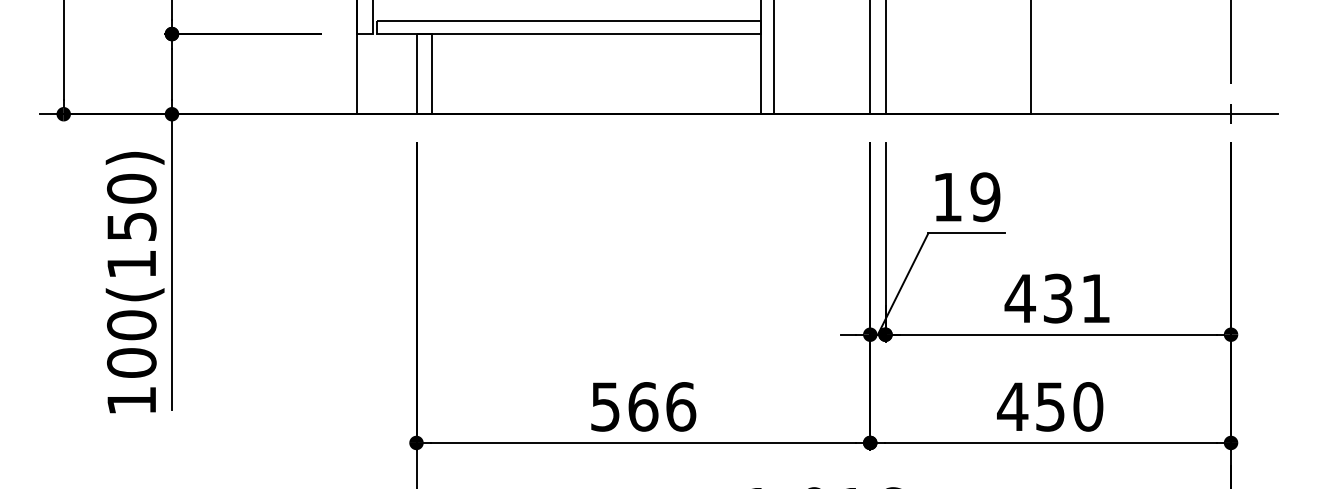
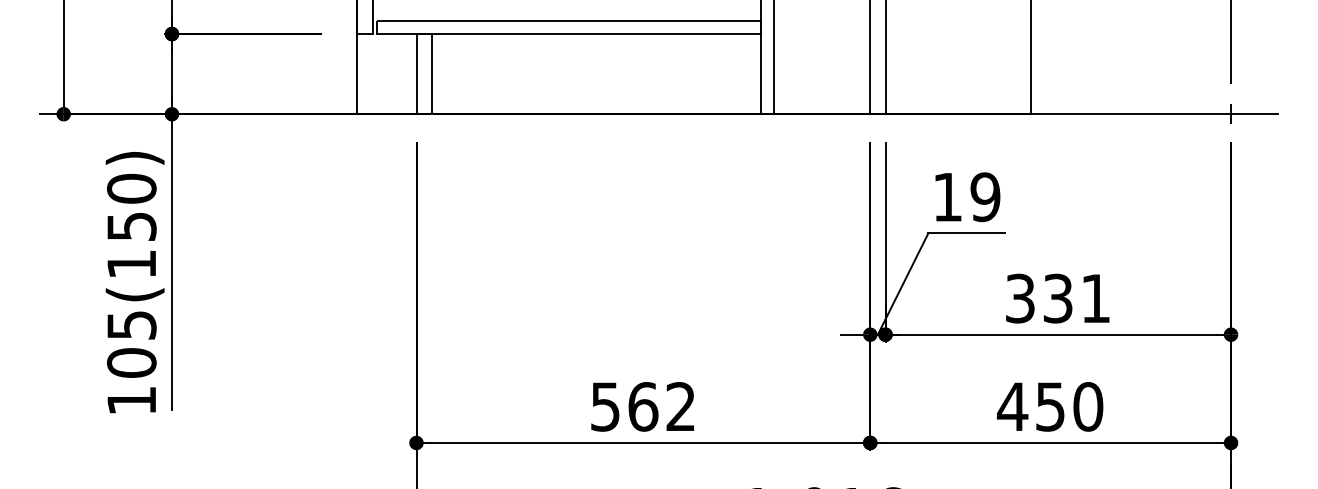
text at (1019, 298): 431 -> 331
text at (131, 325): 100(150) -> 105(150)
text at (681, 406): 566 -> 562
